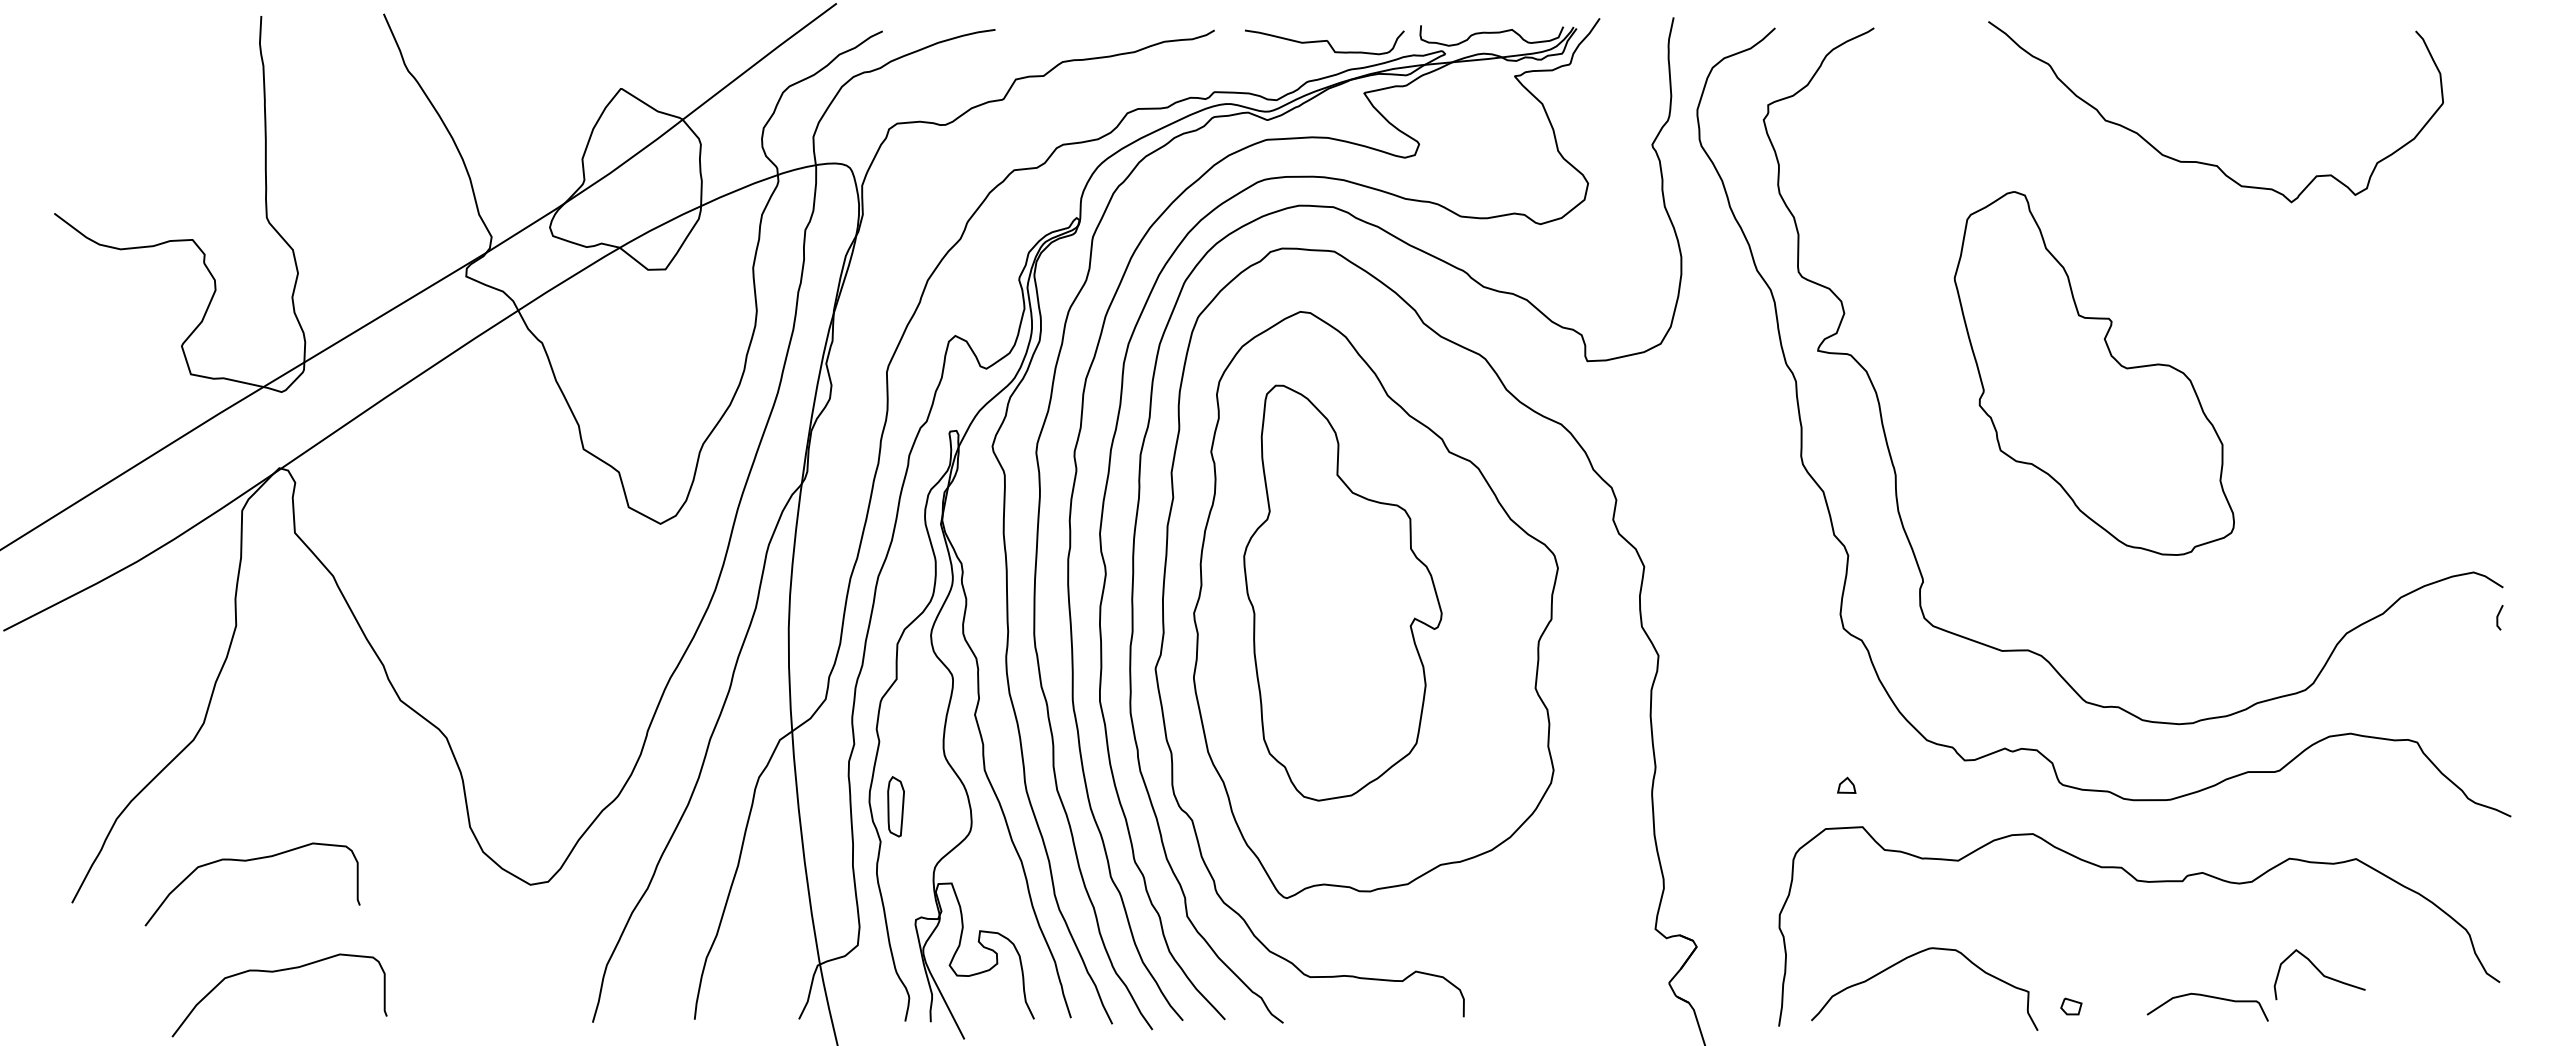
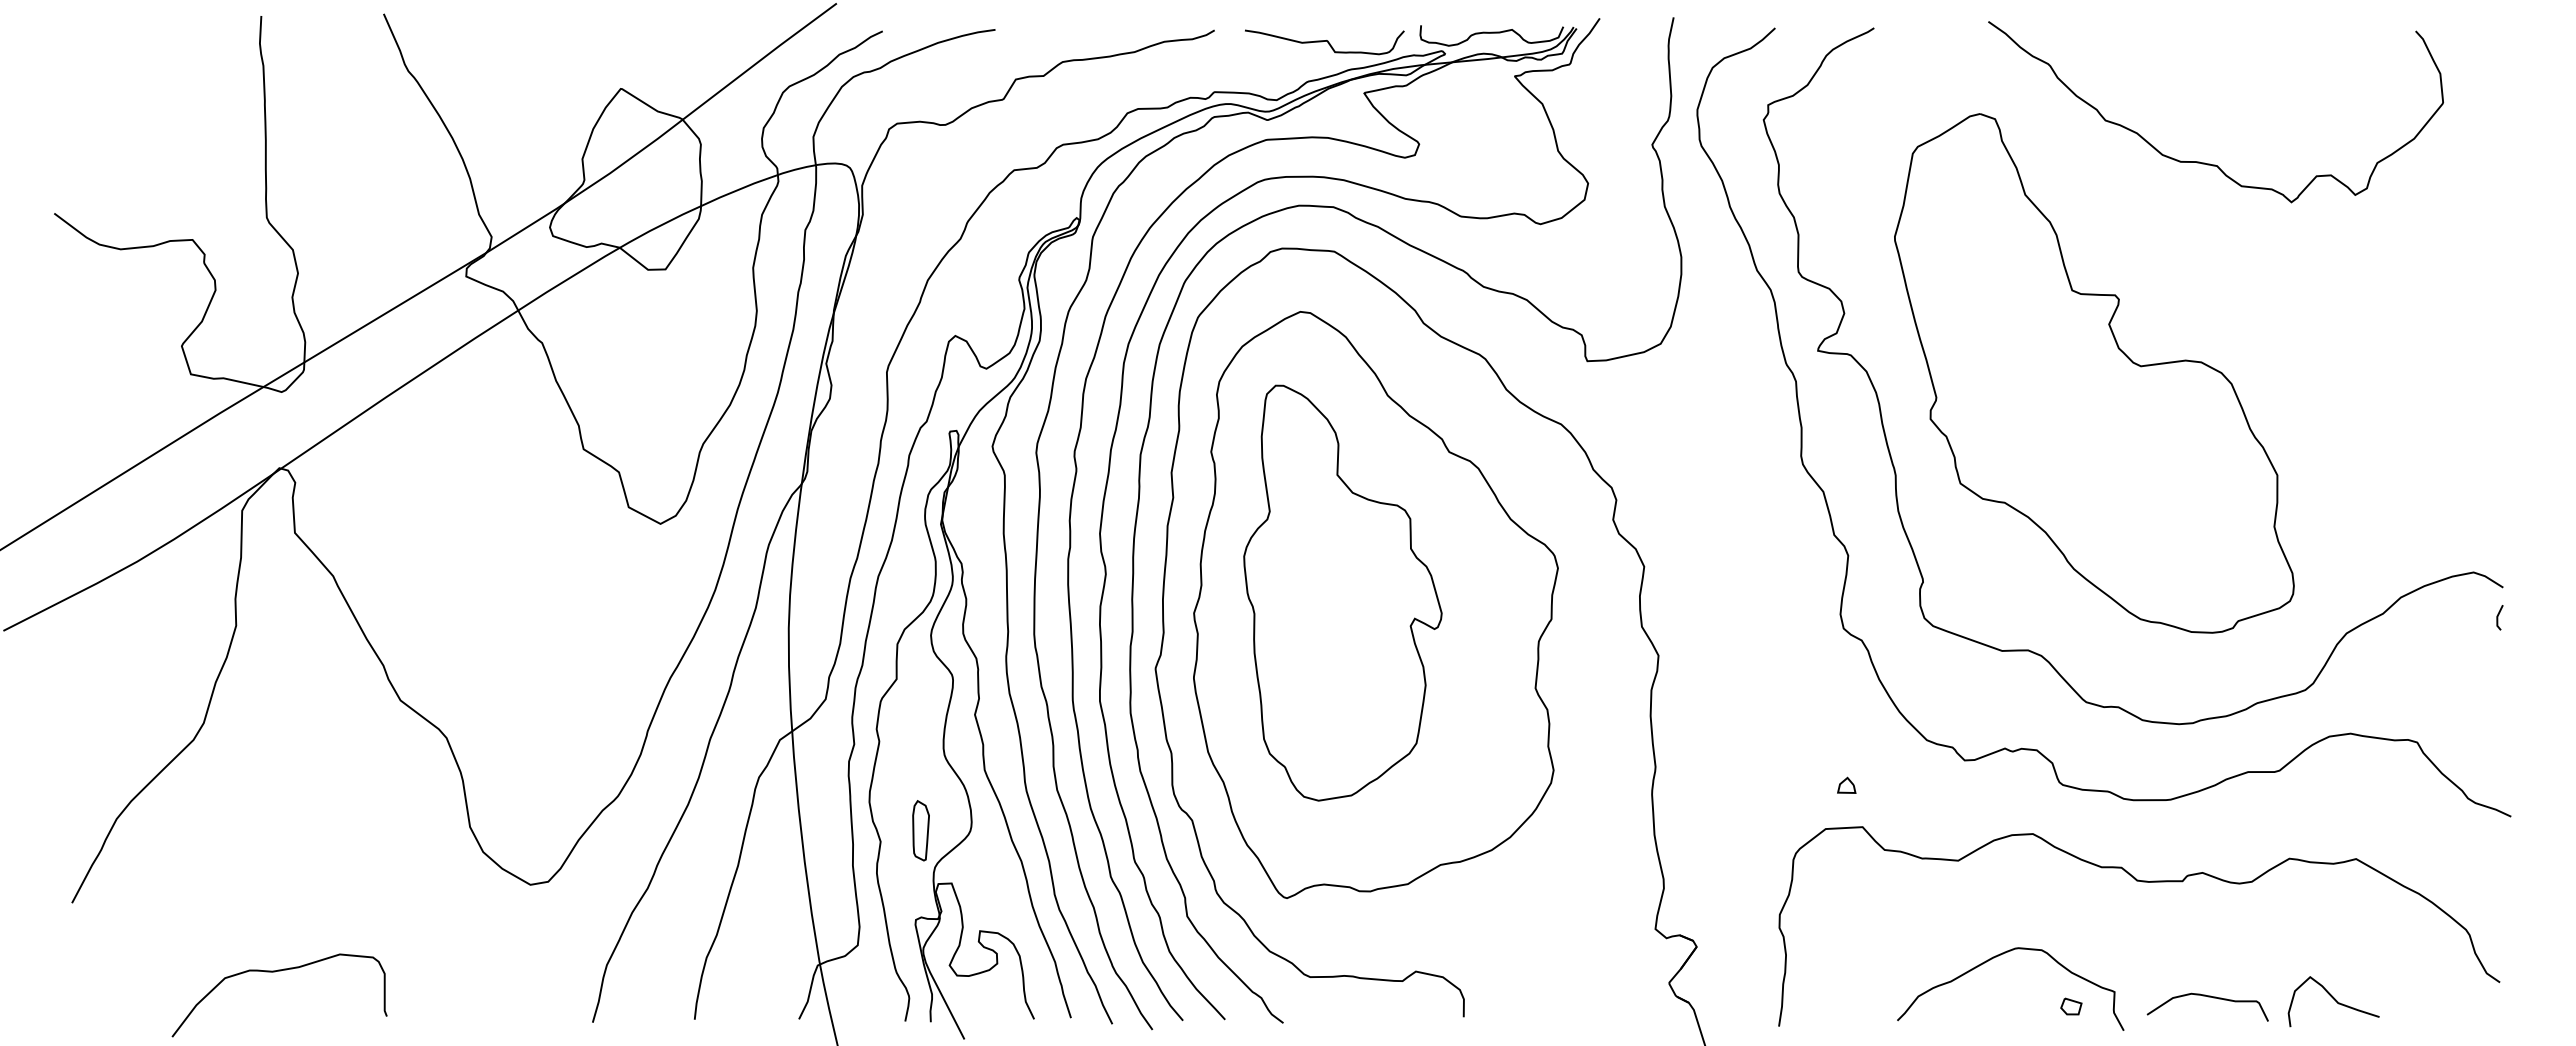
part at (2093, 373) size: 282x365 px -> 401x521 px
part at (895, 806) position: (895, 806) -> (920, 830)
curve at (248, 861): present -> none
curve at (1908, 958) position: (1908, 958) -> (1994, 958)
curve at (2320, 973) position: (2320, 973) -> (2334, 1000)
